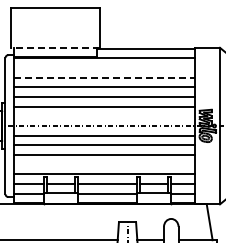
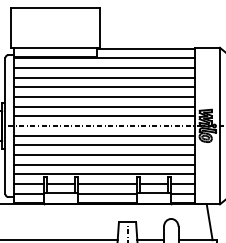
line at (55, 47): dashed -> solid
line at (104, 68): none -> present
line at (104, 77): dashed -> solid
line at (104, 116): none -> present
line at (104, 164): none -> present
